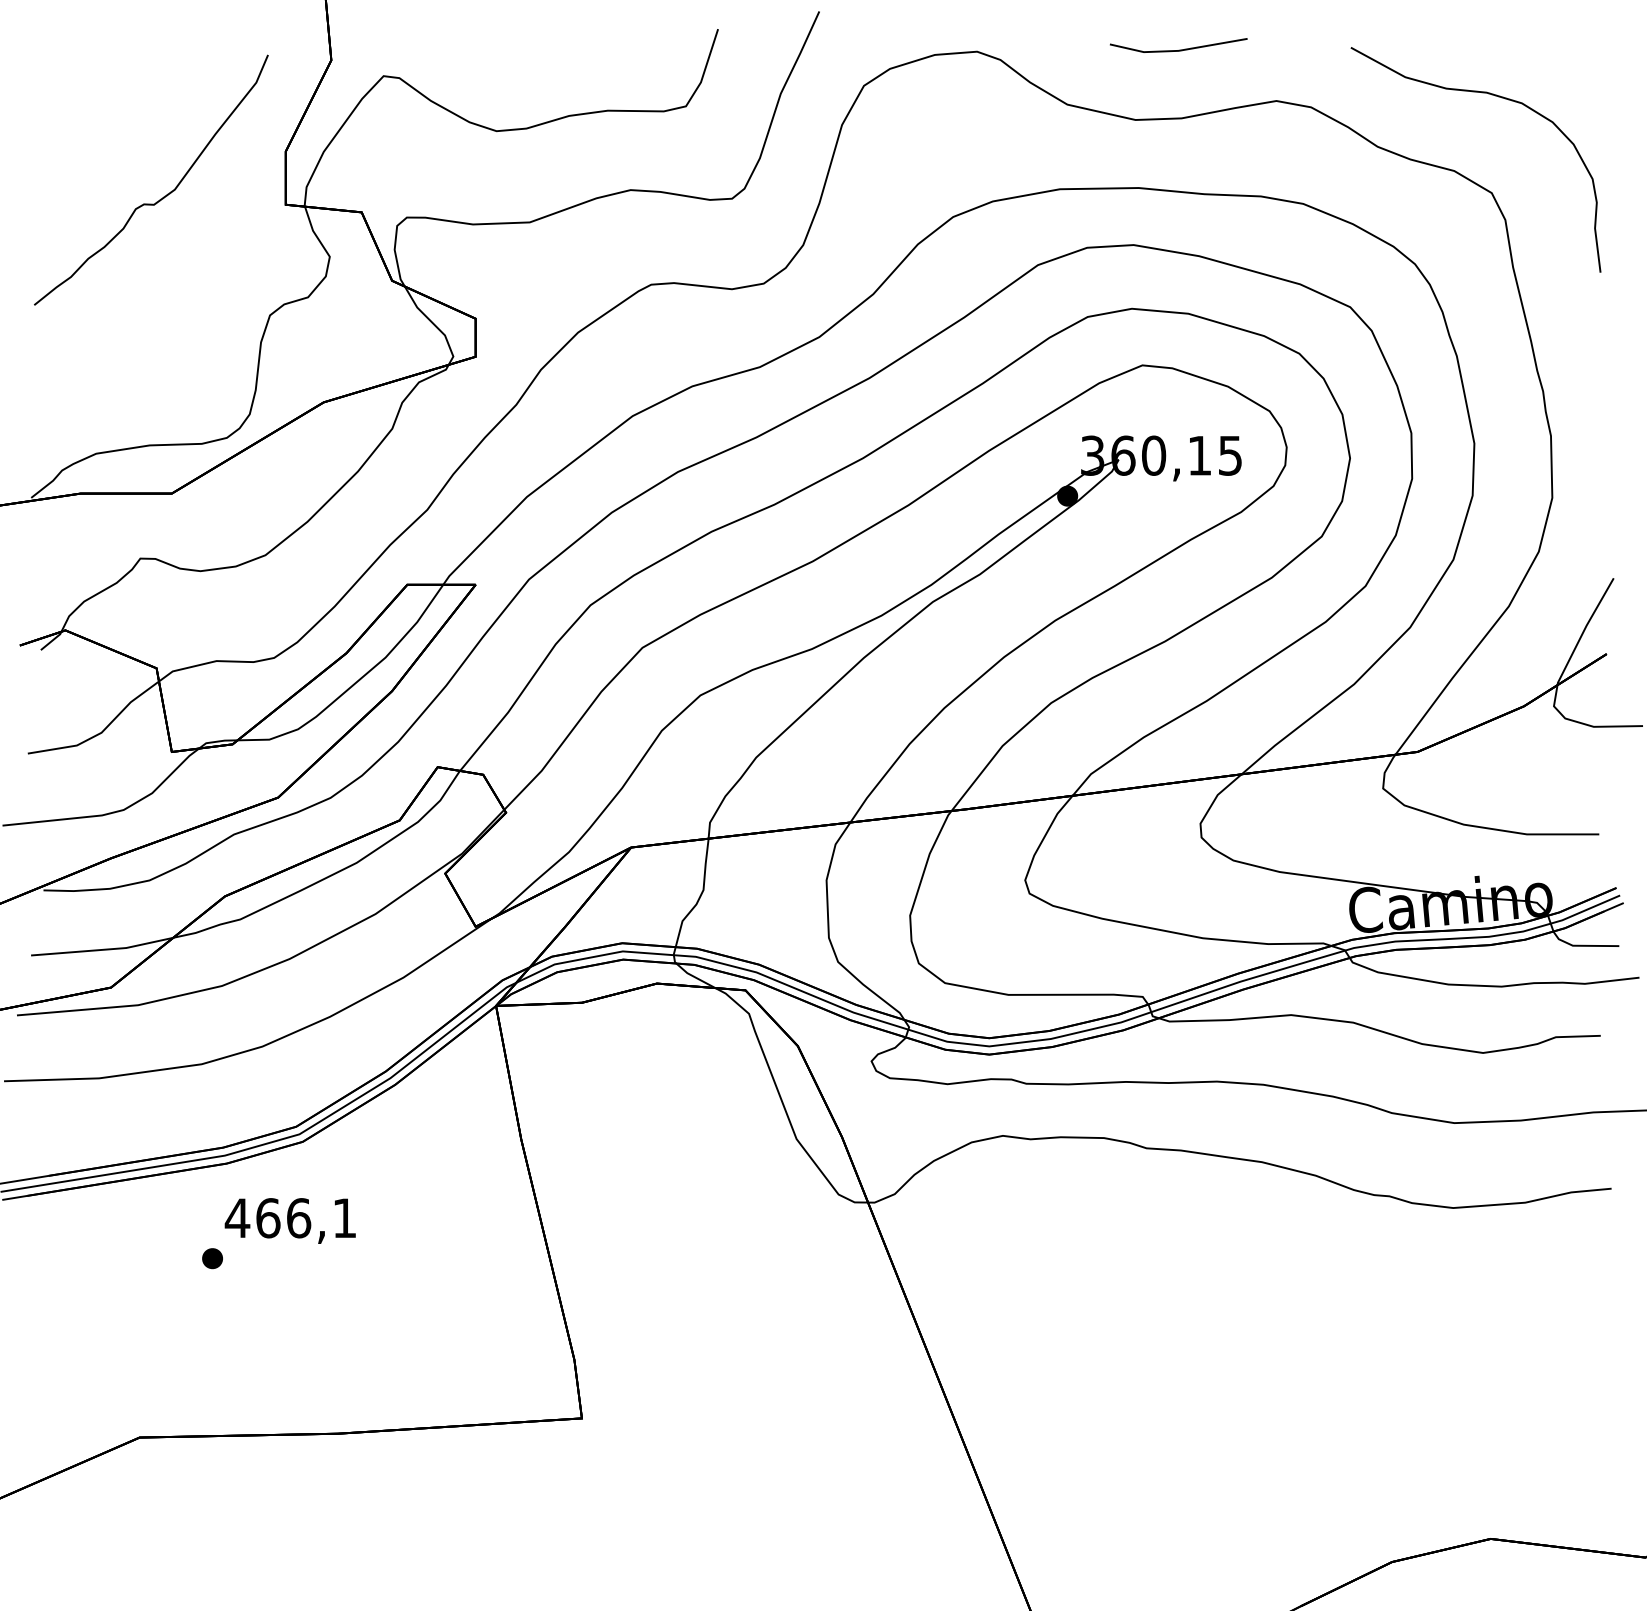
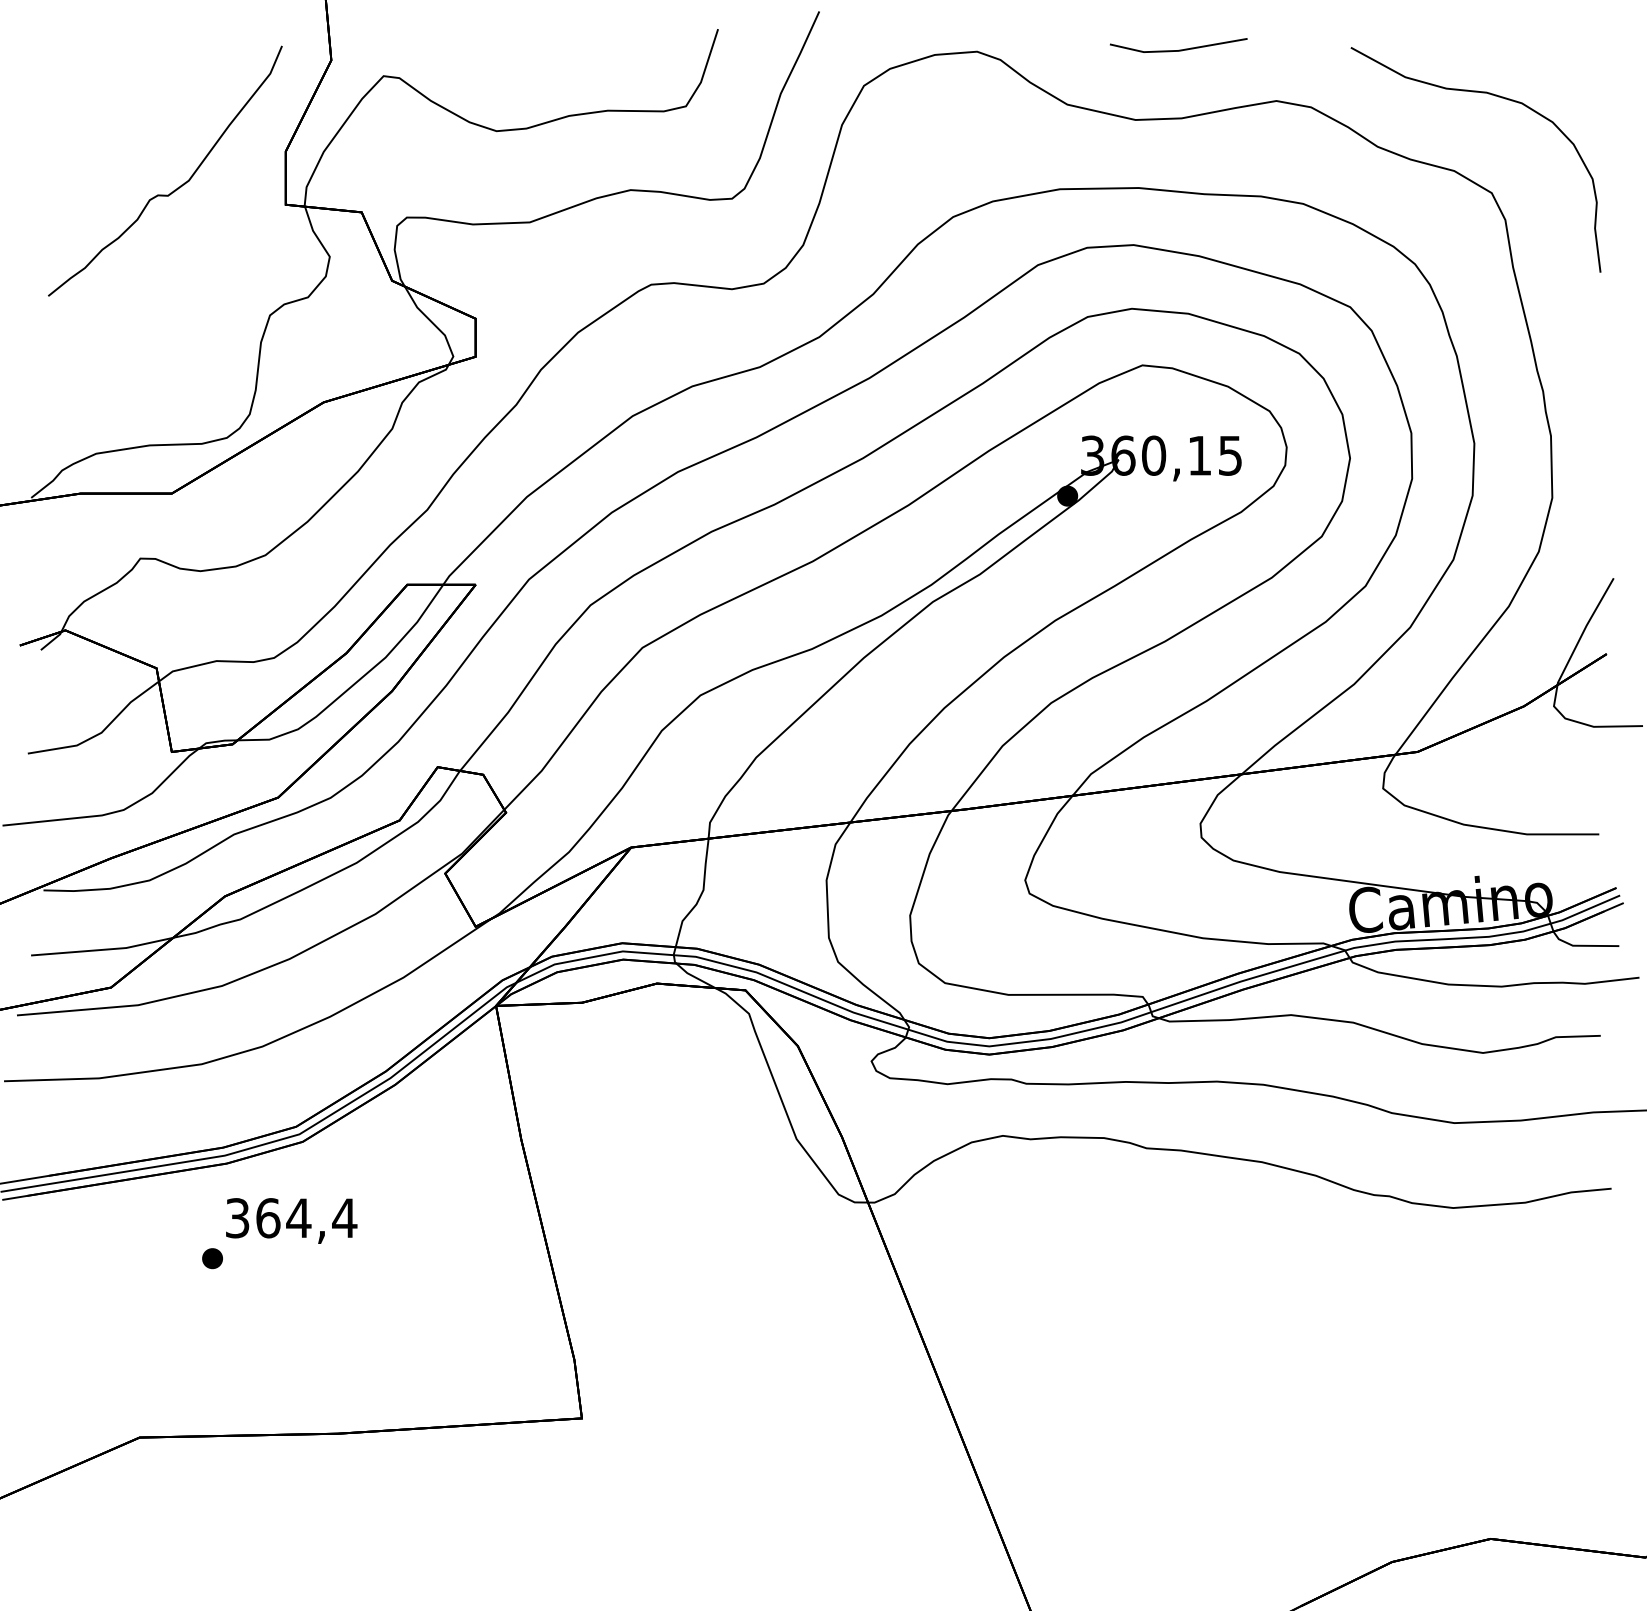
curve at (163, 196) position: (163, 196) -> (177, 187)
text at (290, 1218): 466,1 -> 364,4
